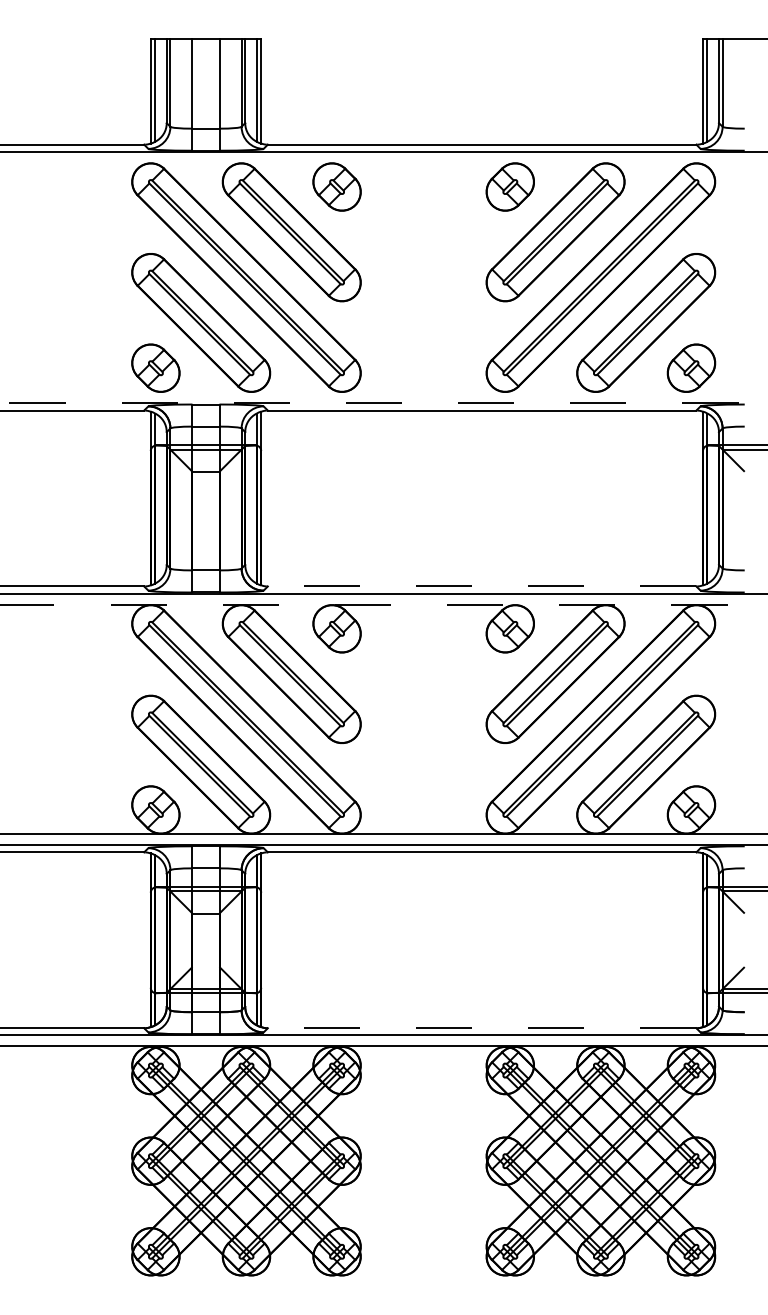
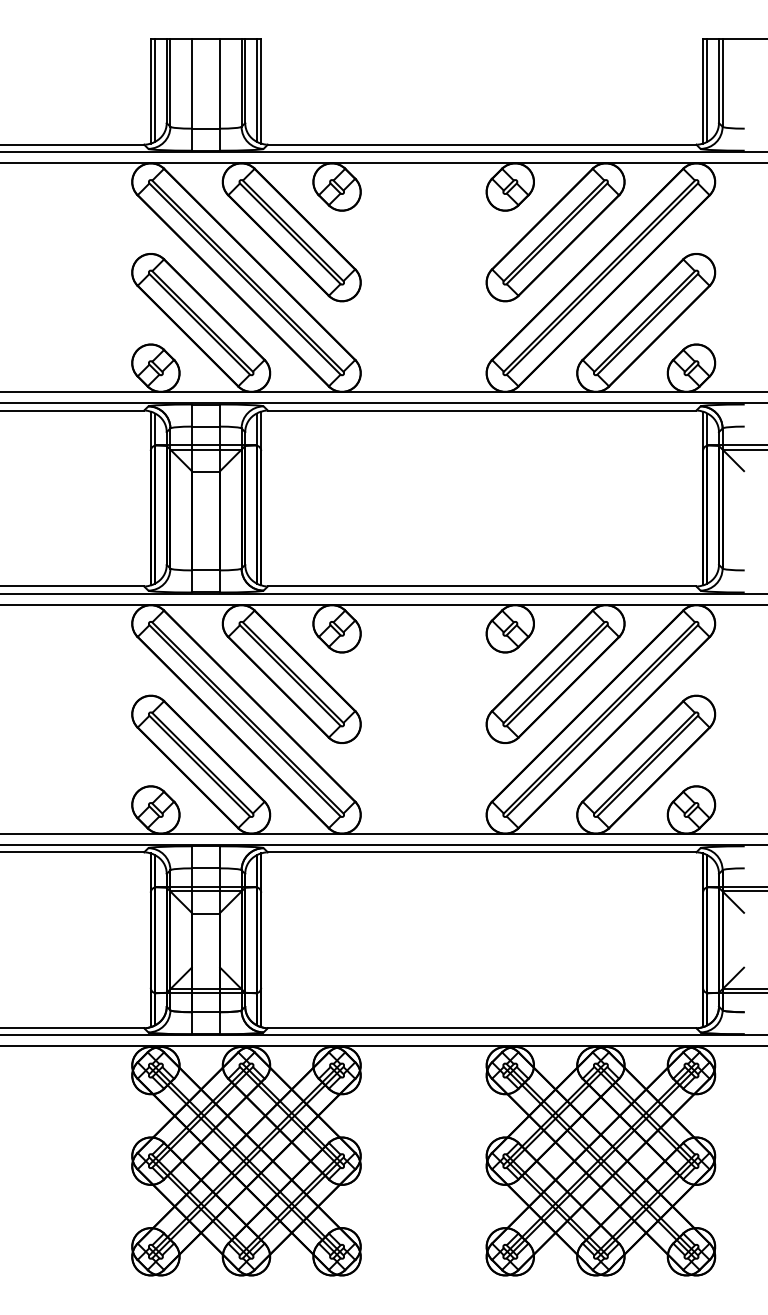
line at (383, 162): none -> present
line at (383, 392): none -> present
line at (384, 403): dashed -> solid
line at (481, 586): dashed -> solid
line at (383, 604): dashed -> solid
line at (481, 1028): dashed -> solid
